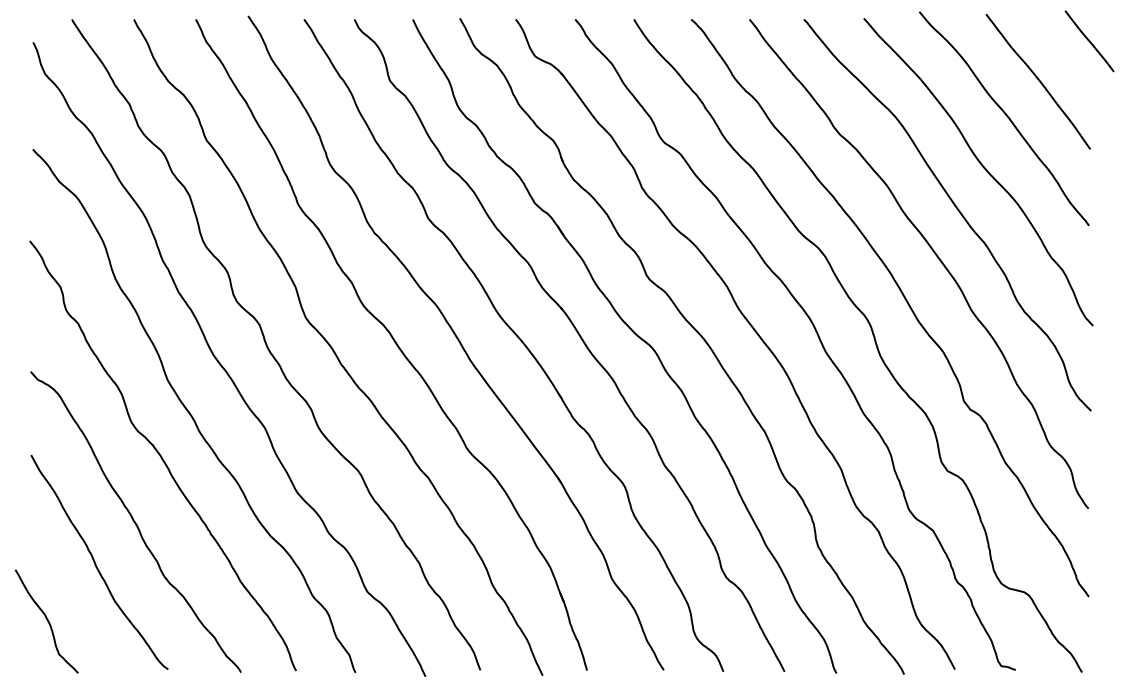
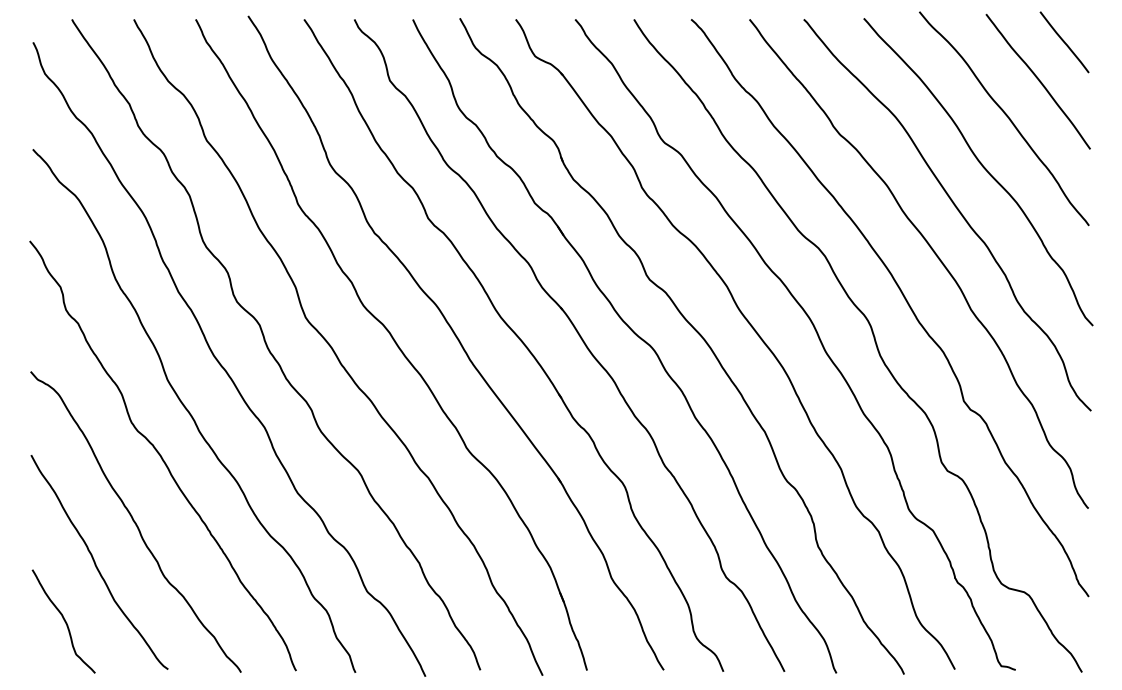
line at (1089, 41) position: (1089, 41) -> (1064, 42)
curve at (46, 620) position: (46, 620) -> (63, 620)
